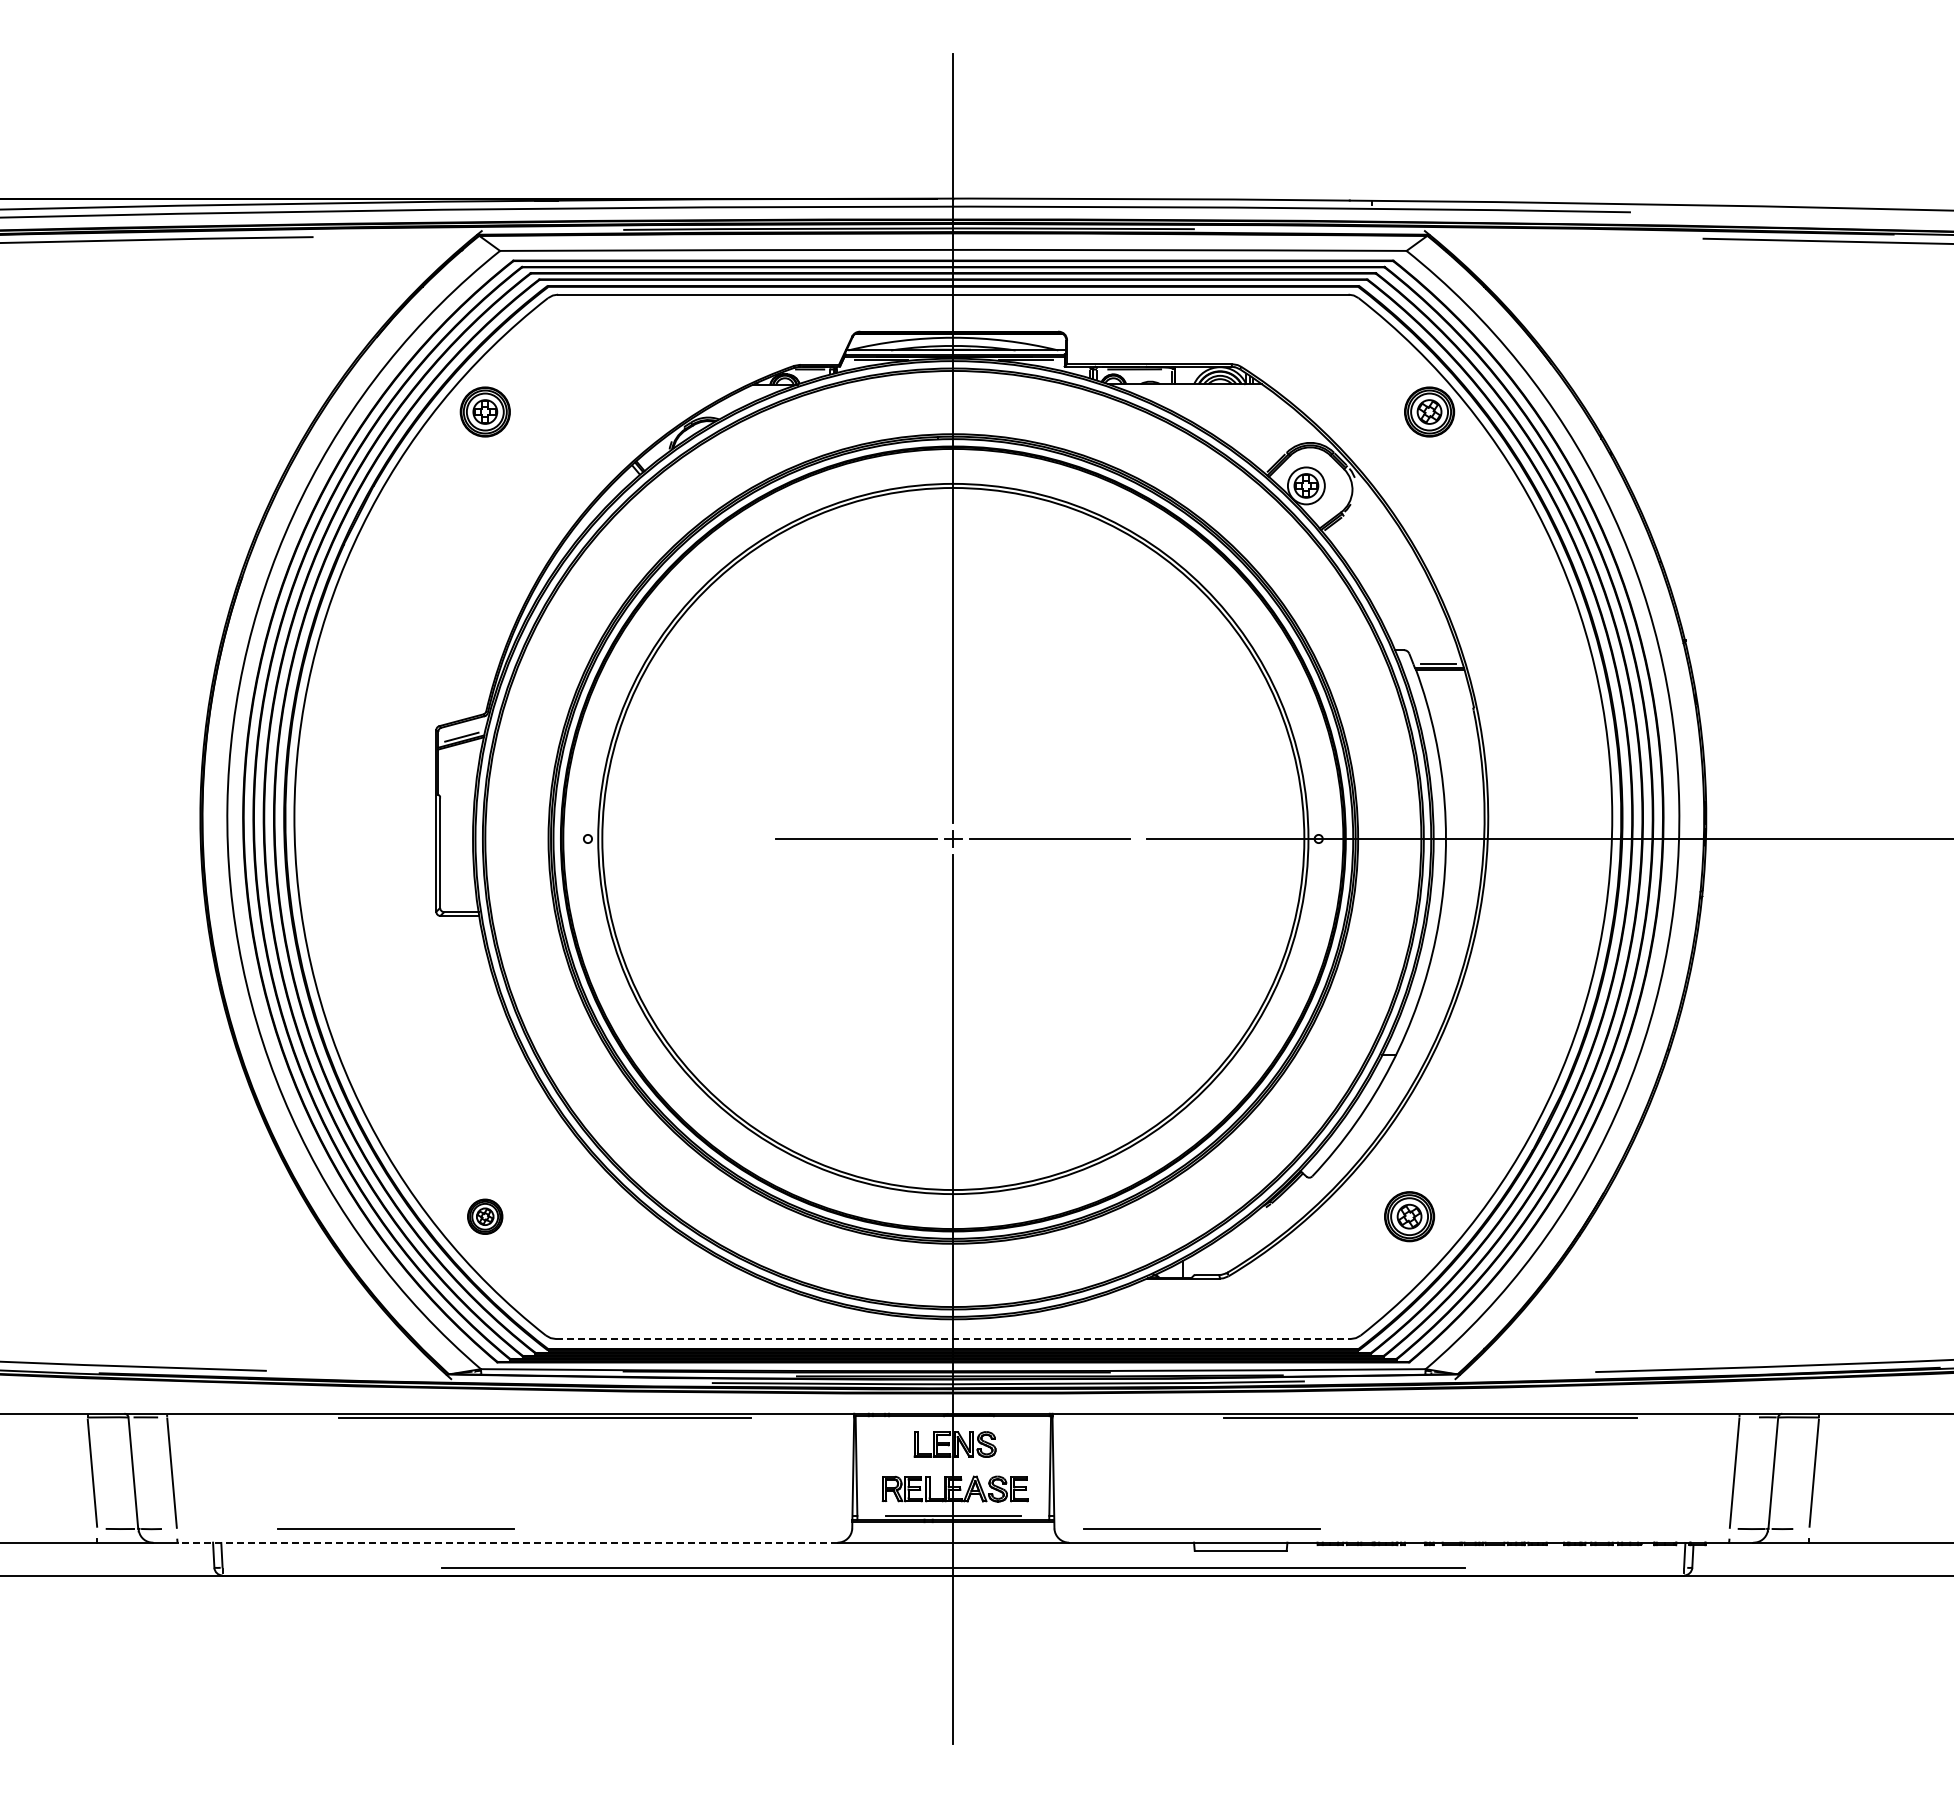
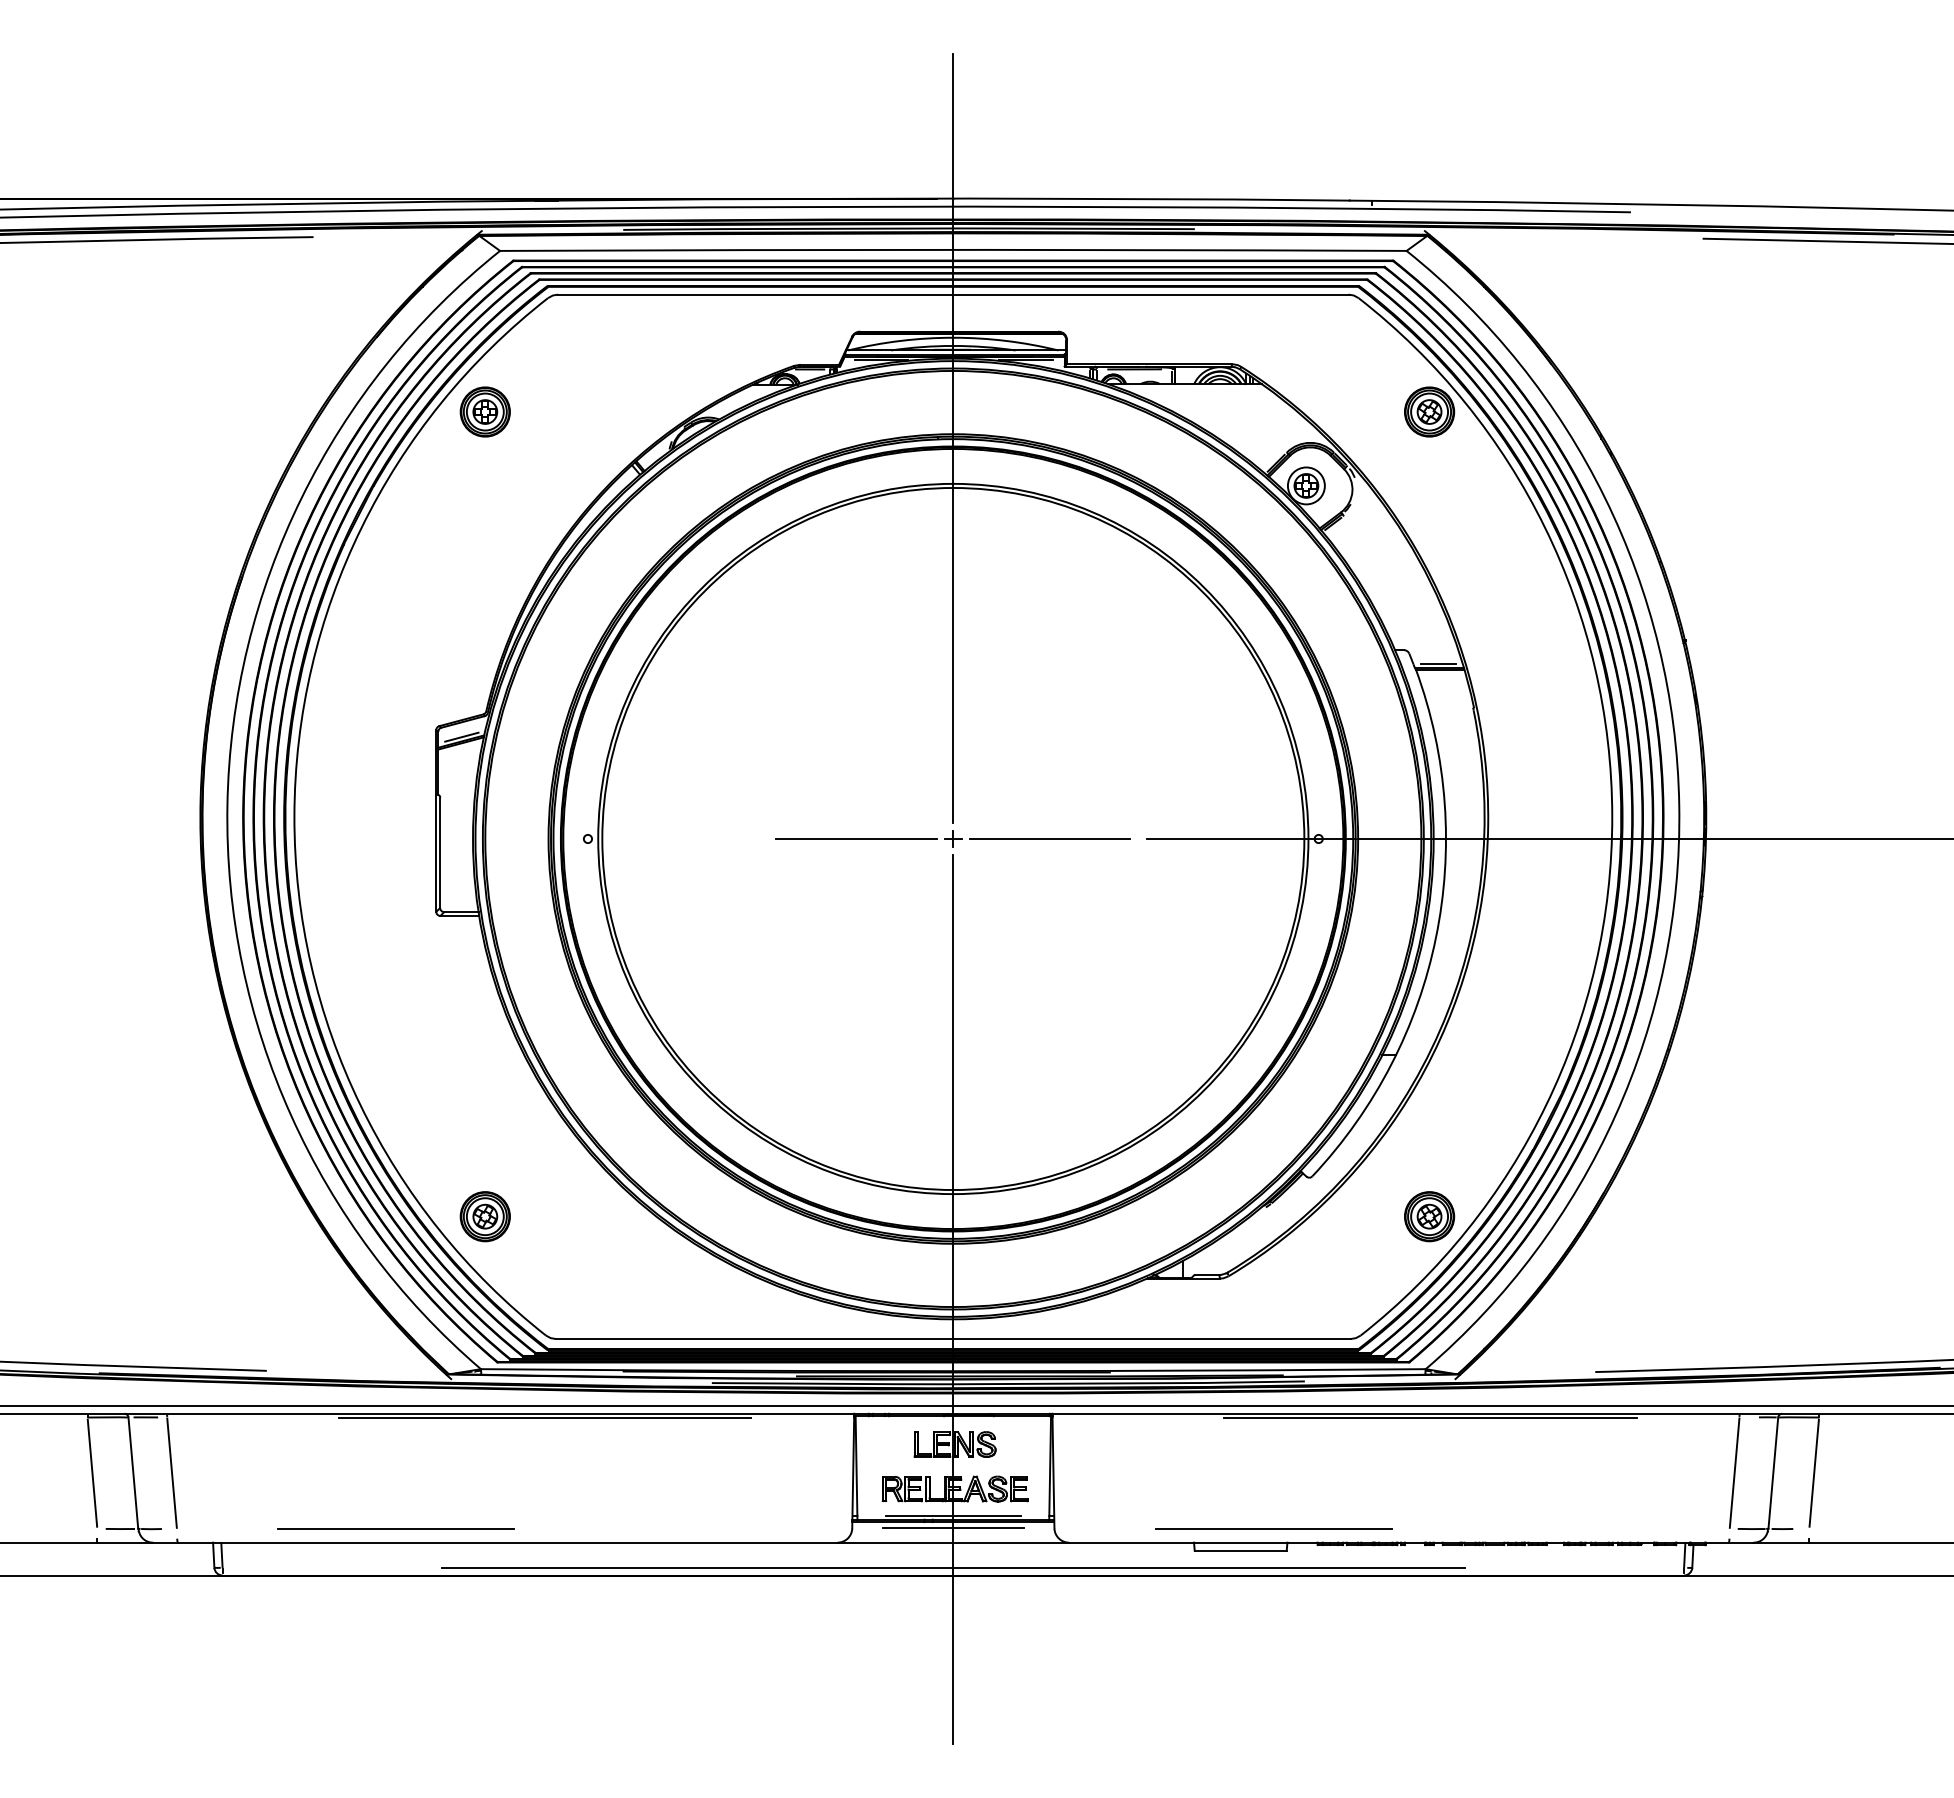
part at (485, 1216) size: 37x37 px -> 52x52 px
part at (1409, 1216) position: (1409, 1216) -> (1429, 1216)
line at (953, 1339): dashed -> solid
line at (976, 1405): none -> present
line at (953, 1528): none -> present
line at (1201, 1528) position: (1201, 1528) -> (1273, 1528)
line at (507, 1542): dashed -> solid
